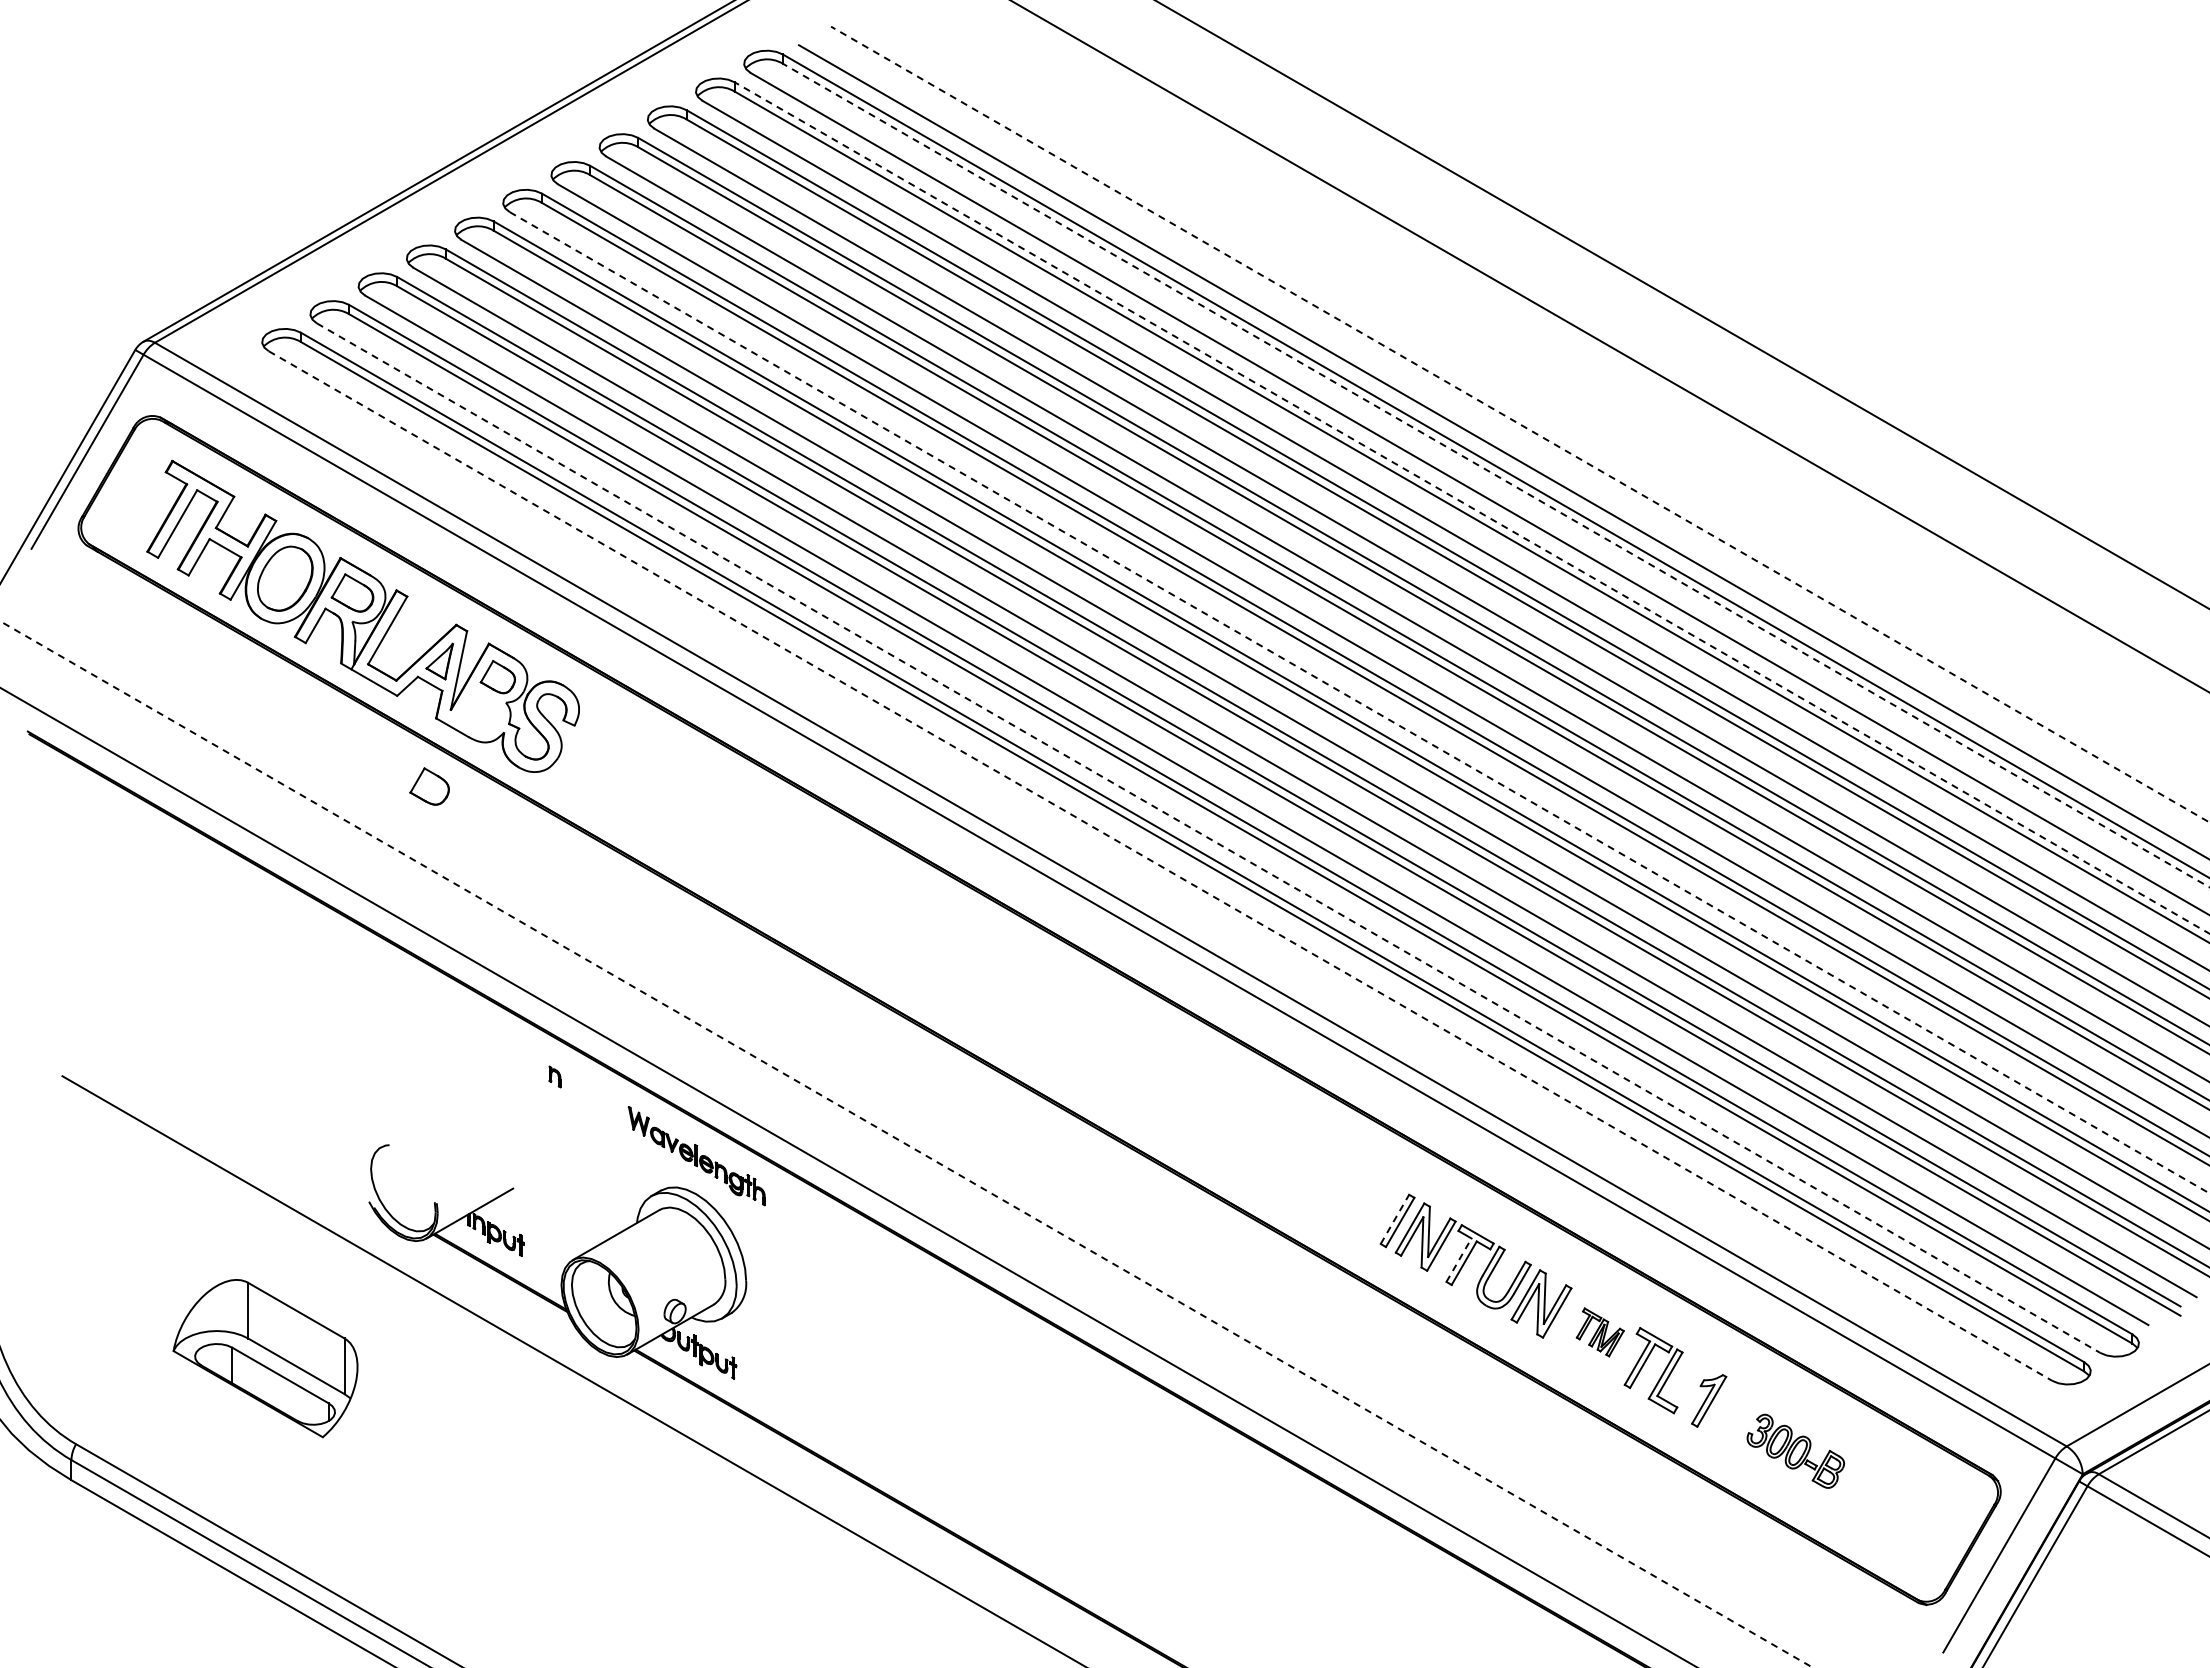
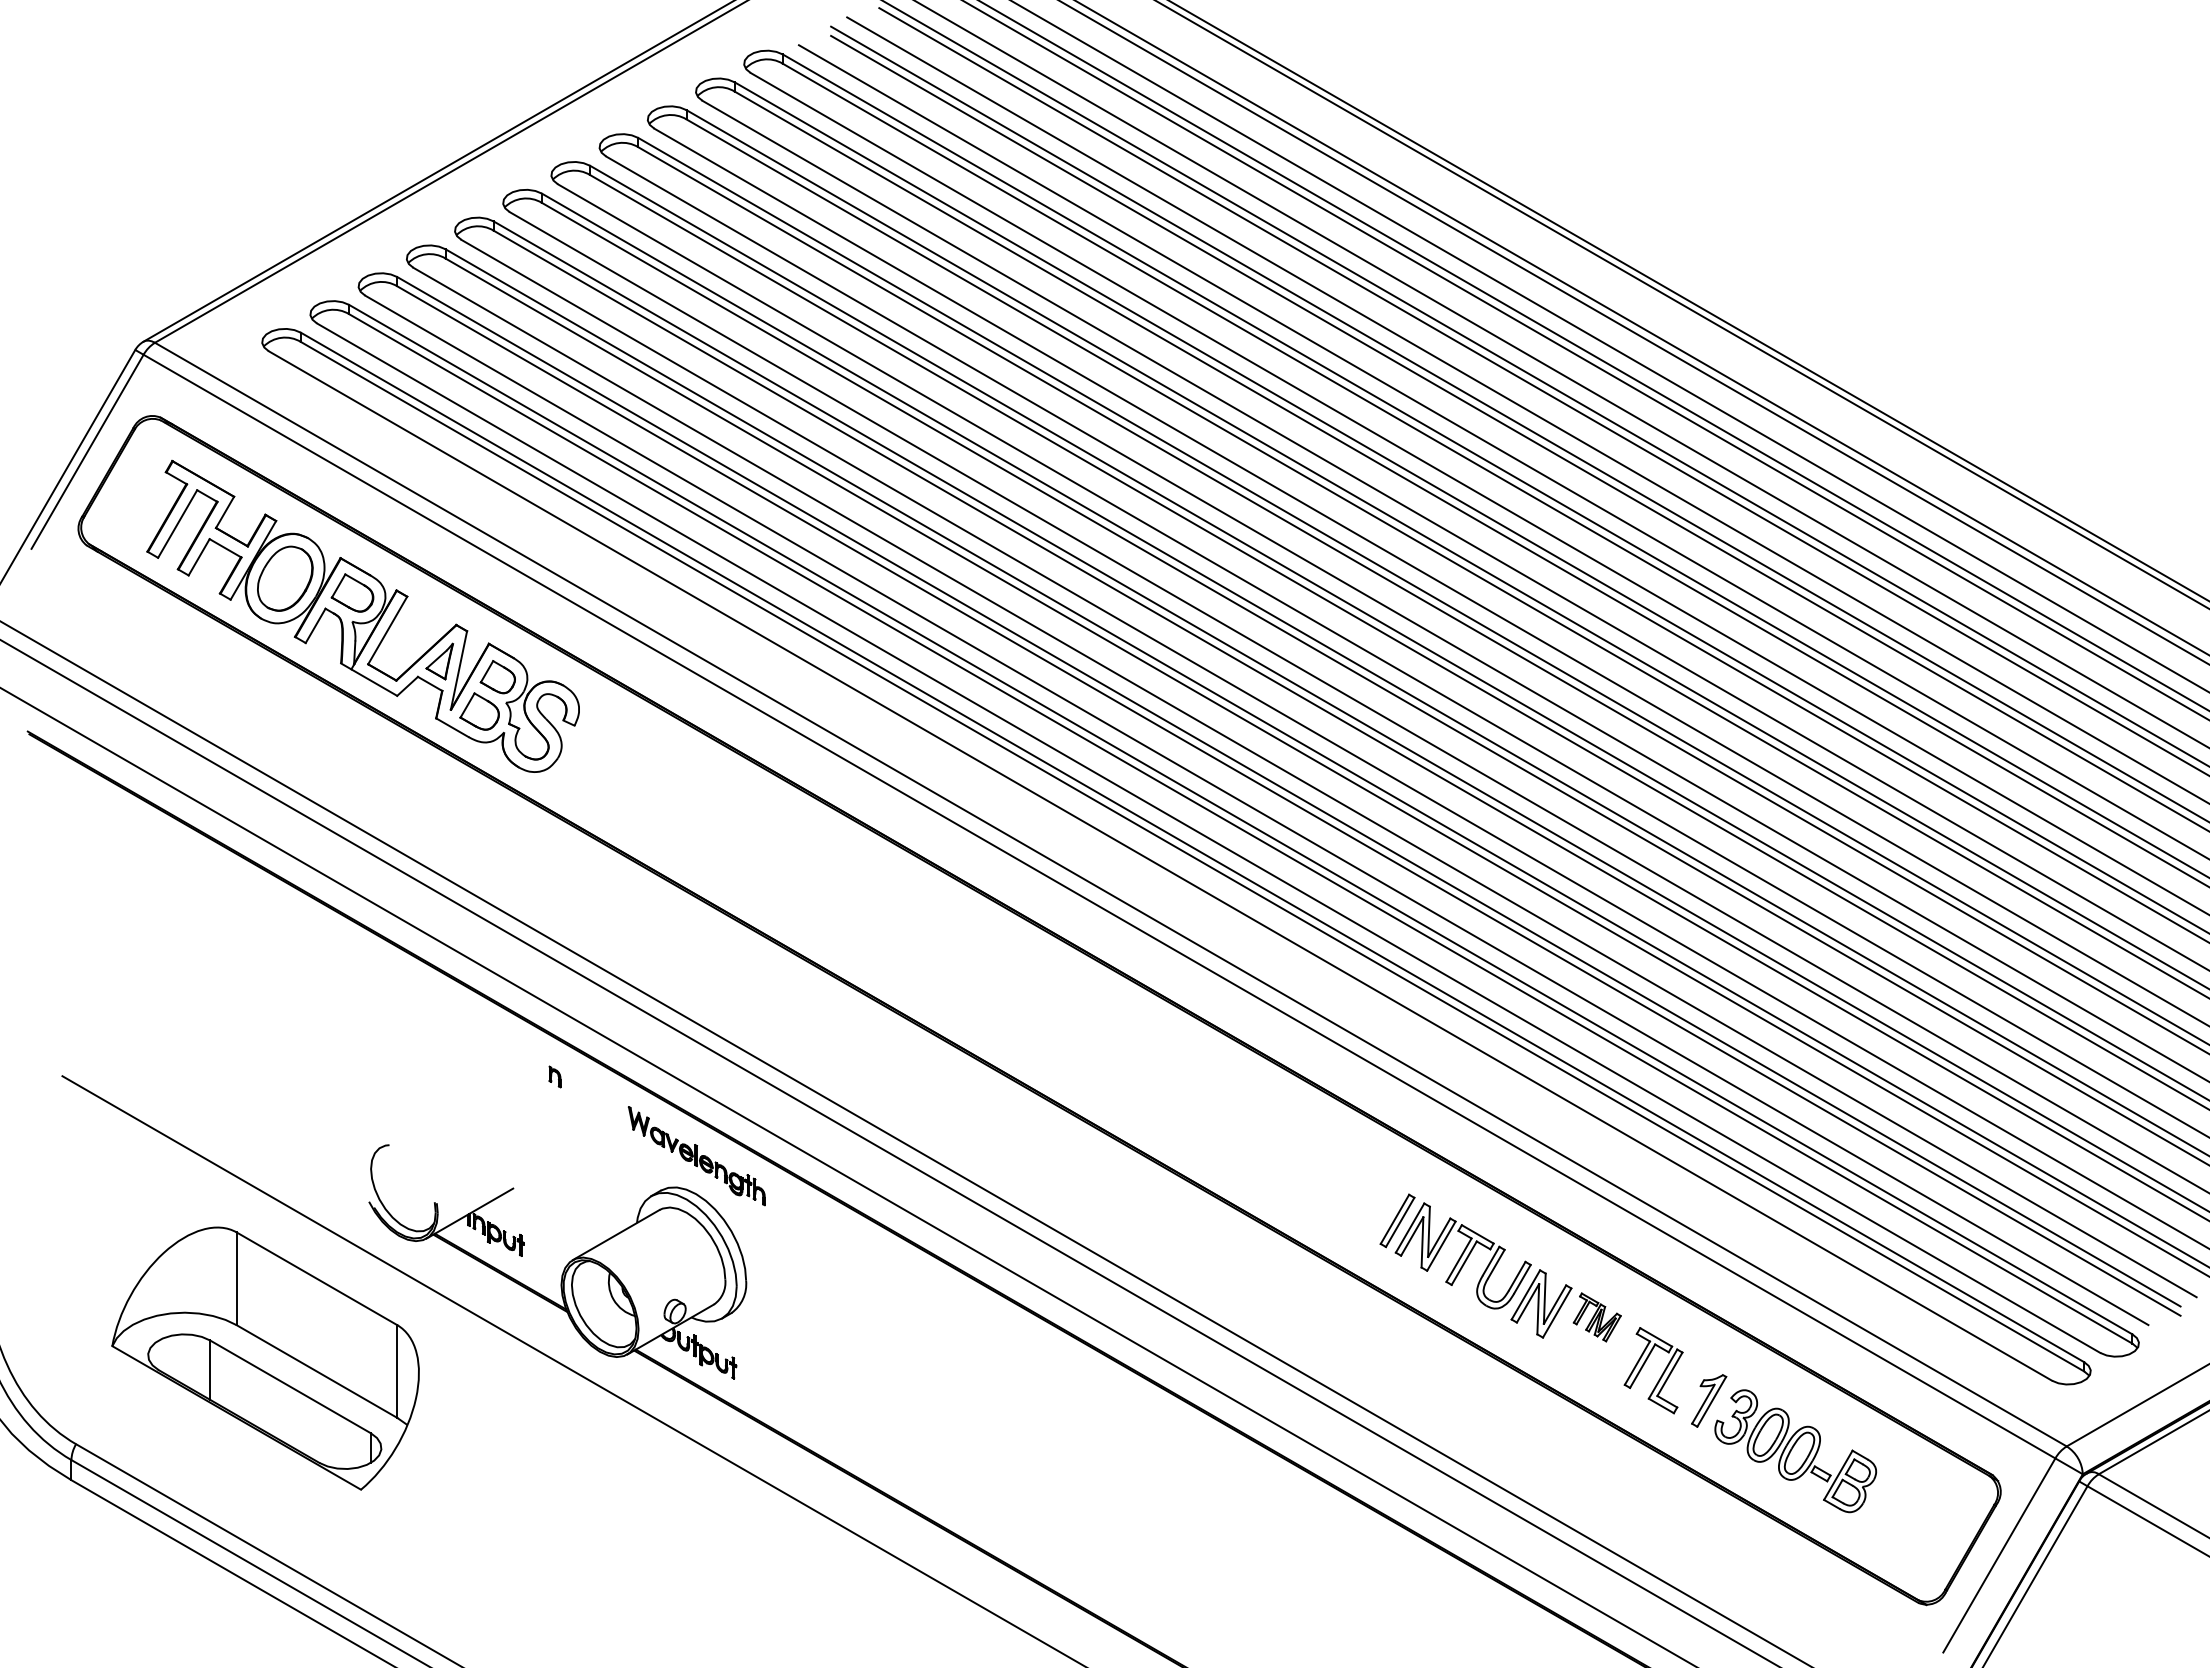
line at (1688, 300): none -> present
line at (1641, 327): none -> present
line at (1634, 332): none -> present
line at (1593, 355): none -> present
line at (1585, 360): none -> present
line at (1561, 374): none -> present
line at (1545, 383): none -> present
line at (1542, 391): none -> present
line at (1526, 409): none -> present
line at (1520, 424): dashed -> solid
line at (1518, 432): none -> present
line at (1496, 475): dashed -> solid
line at (1472, 508): dashed -> solid
line at (1359, 702): dashed -> solid
part at (429, 786) position: (429, 786) -> (479, 711)
line at (1208, 838): dashed -> solid
line at (1160, 865): dashed -> solid
line at (906, 1144): dashed -> solid
line at (888, 1152): none -> present
line at (1395, 1218): dashed -> solid
line at (1459, 1259): dashed -> solid
part at (1599, 1332) position: (1599, 1332) -> (1596, 1317)
part at (265, 1358) size: 187x160 px -> 309x265 px
part at (1795, 1450) size: 100x76 px -> 164x125 px
